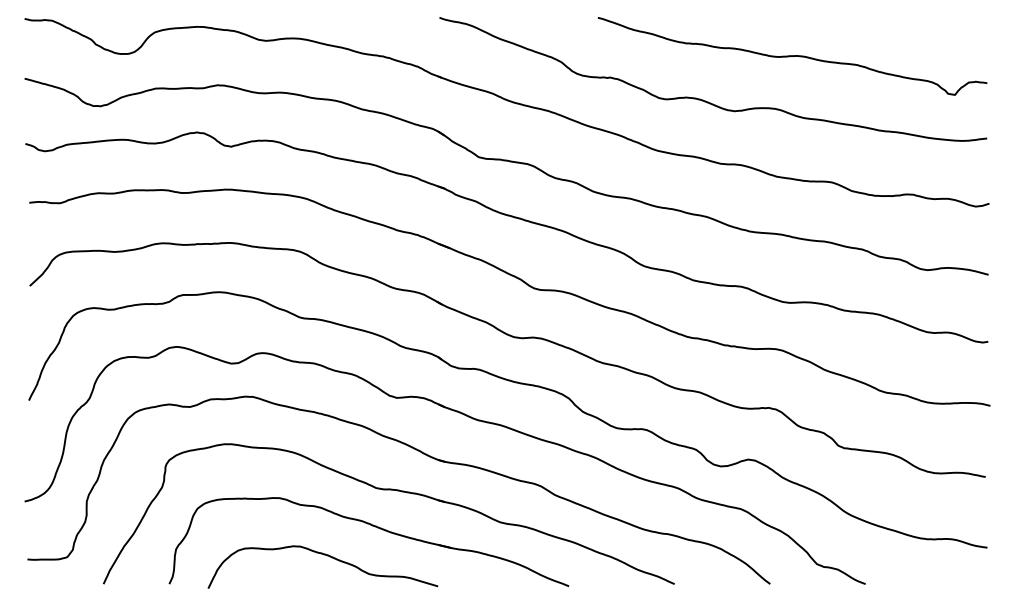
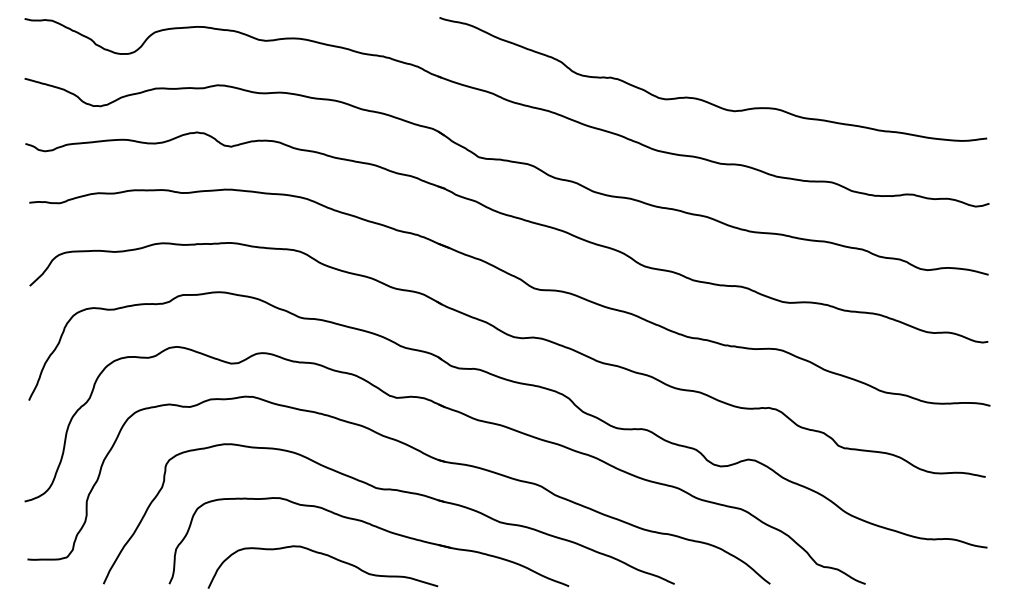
curve at (792, 56): present -> none
